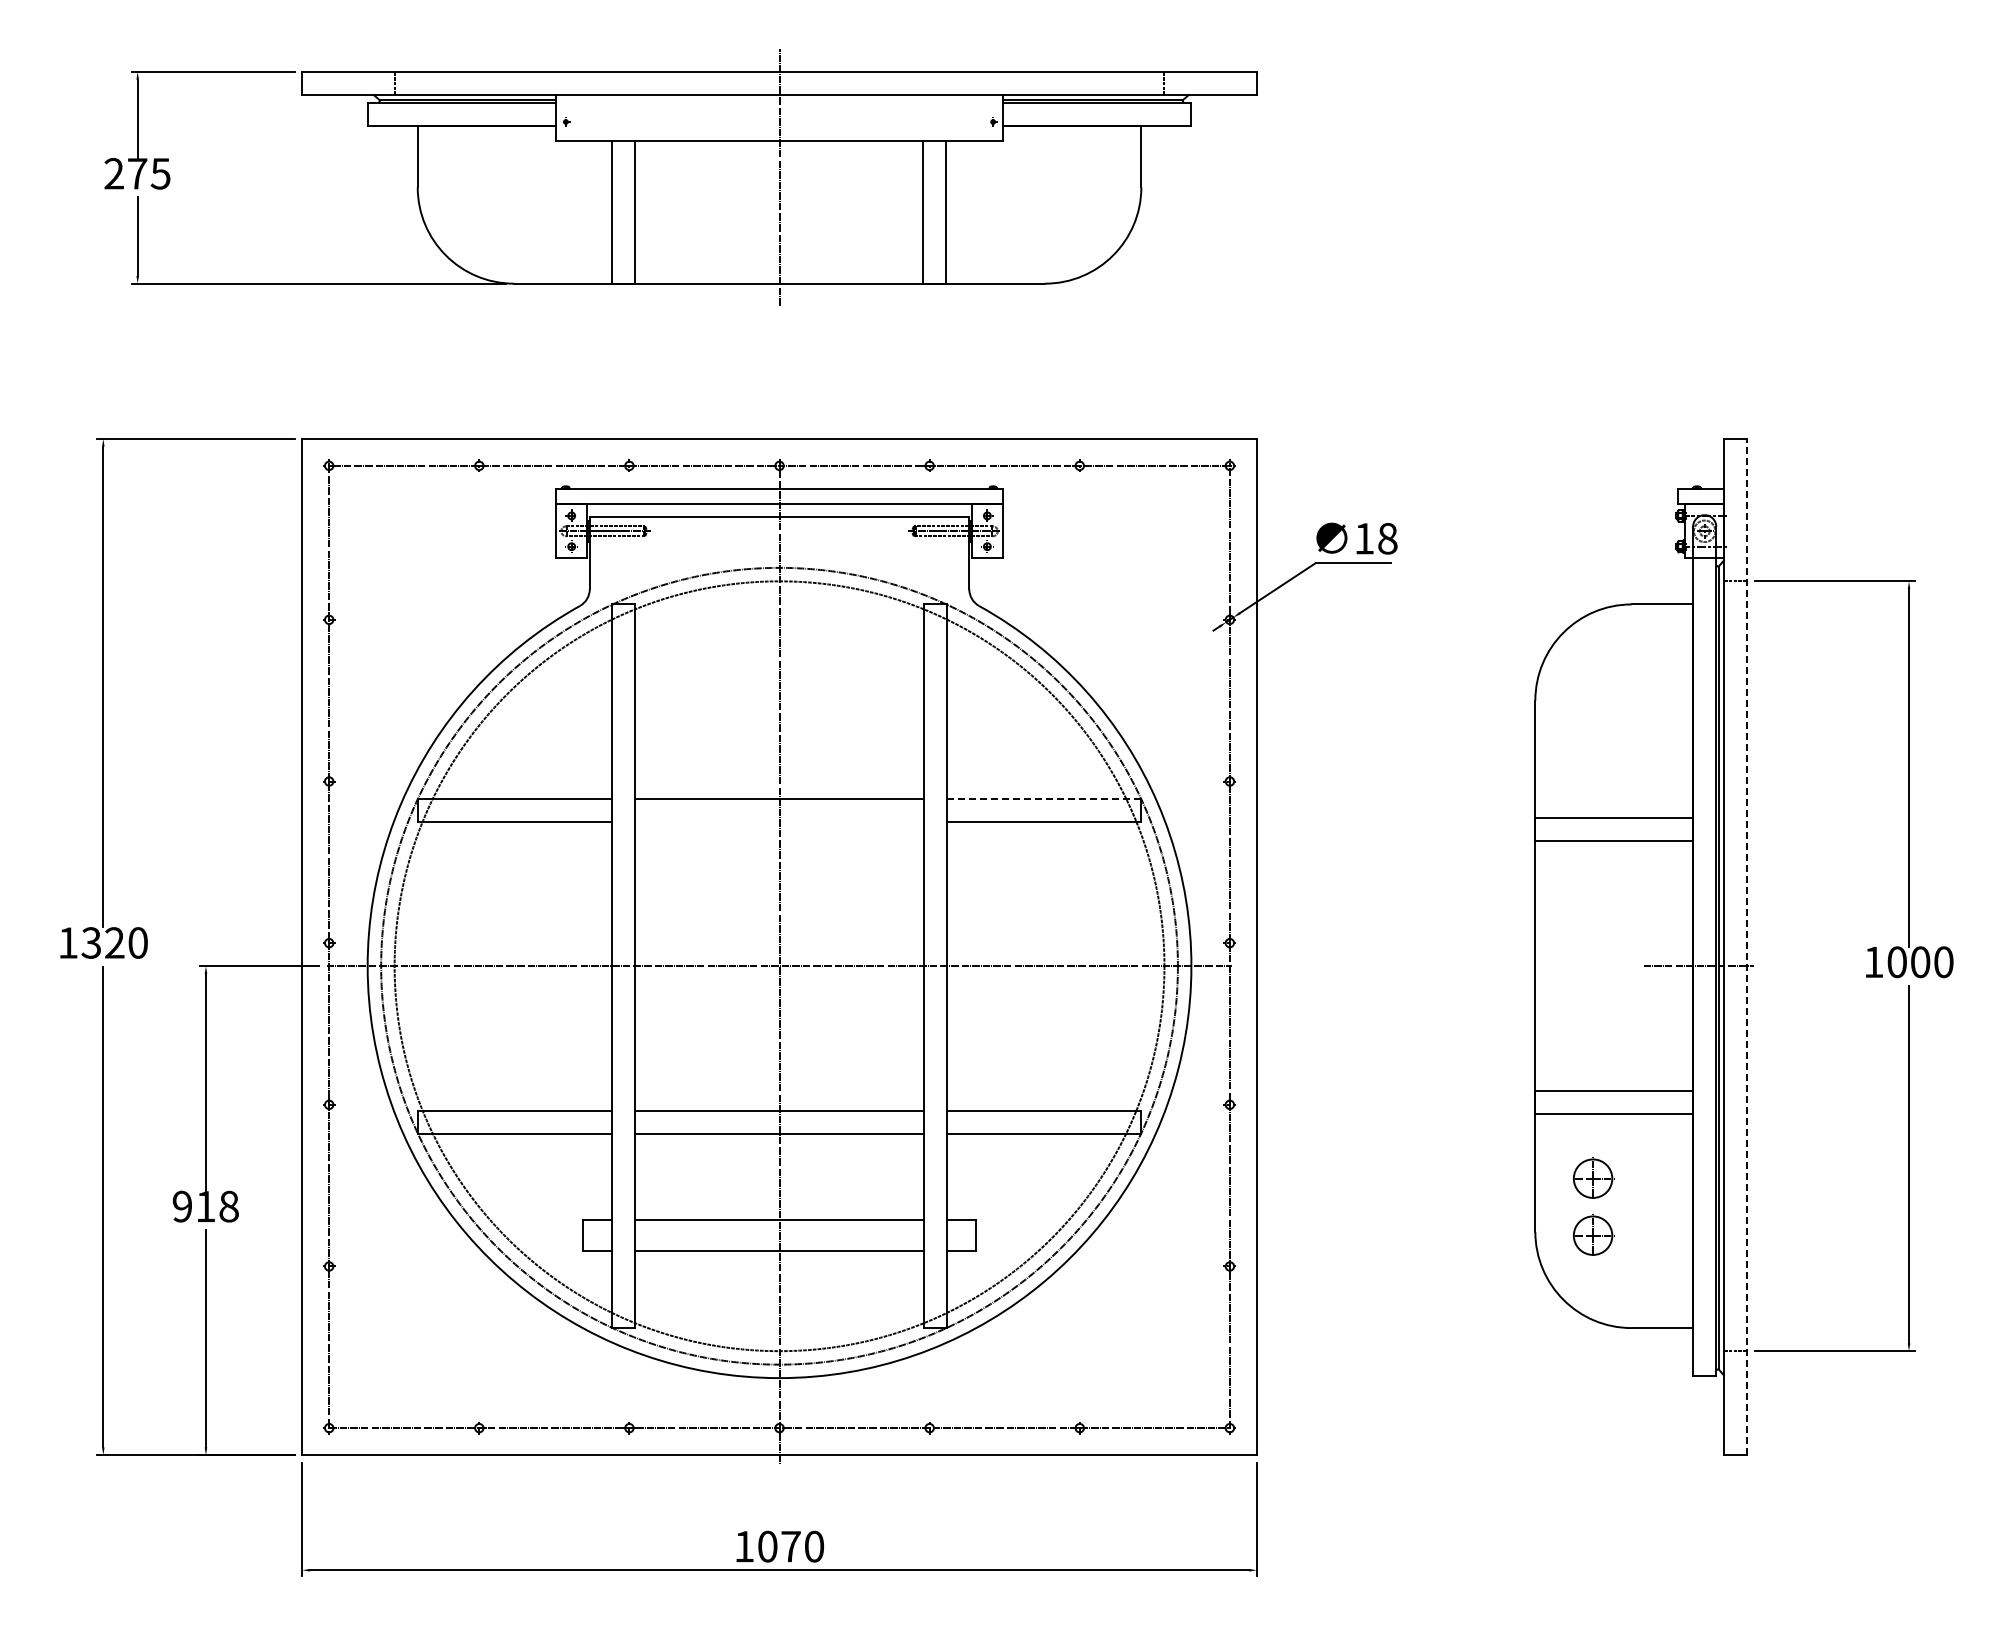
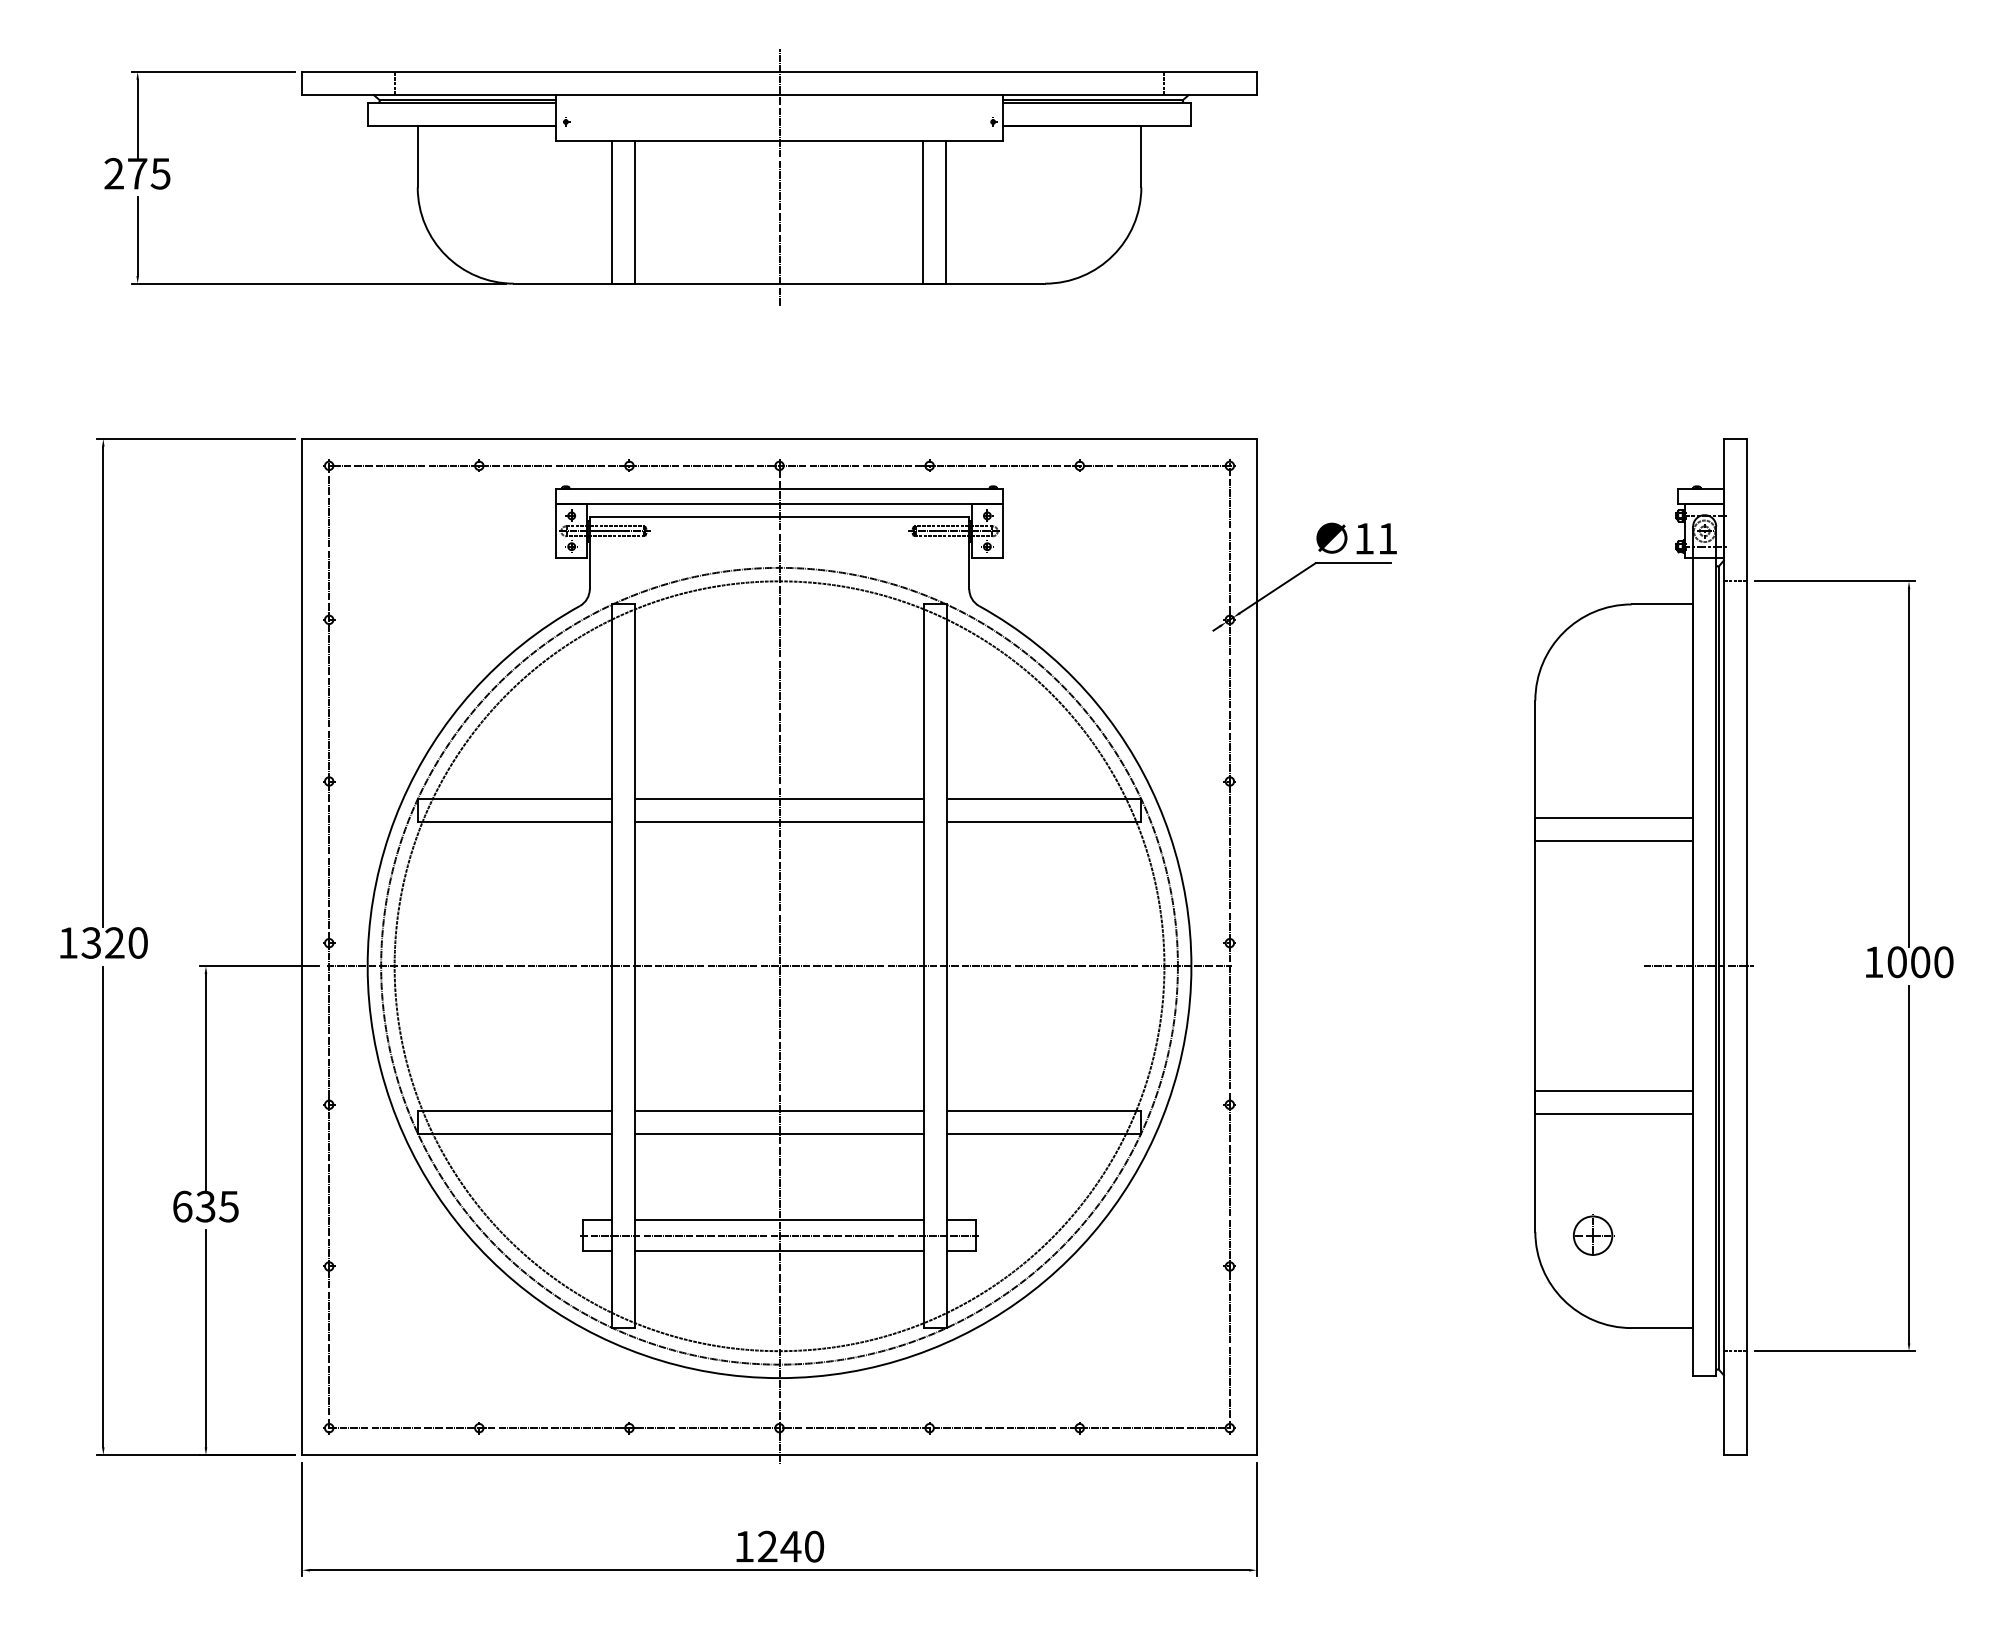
text at (1387, 538): 18 -> 11
line at (1043, 798): dashed -> solid
line at (779, 821): none -> present
line at (1747, 946): dashed -> solid
part at (1593, 1177): present -> none
text at (205, 1206): 918 -> 635
line at (779, 1235): none -> present
text at (779, 1546): 1070 -> 1240
